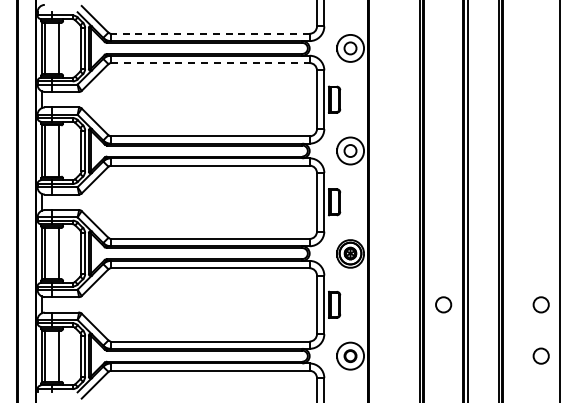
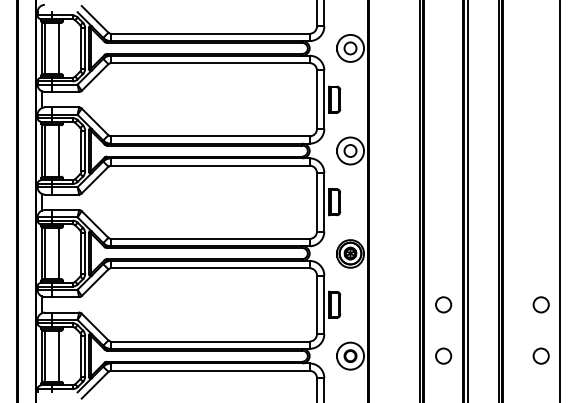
line at (209, 33): dashed -> solid
line at (210, 63): dashed -> solid
circle at (443, 355): none -> present
